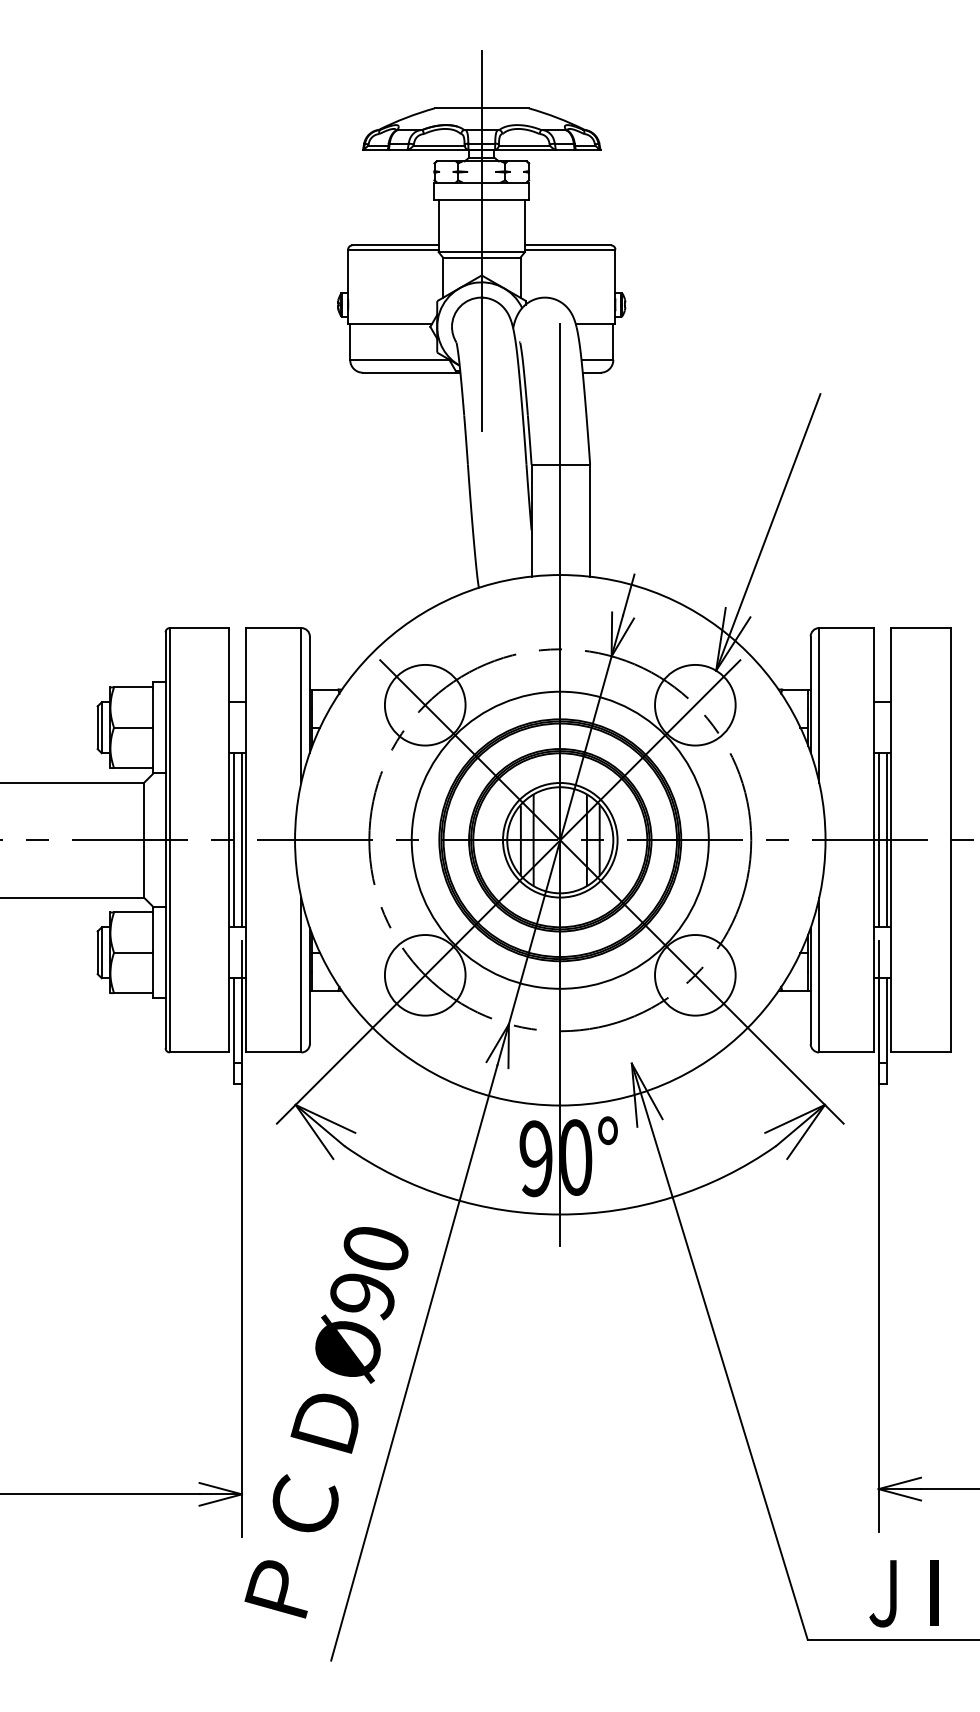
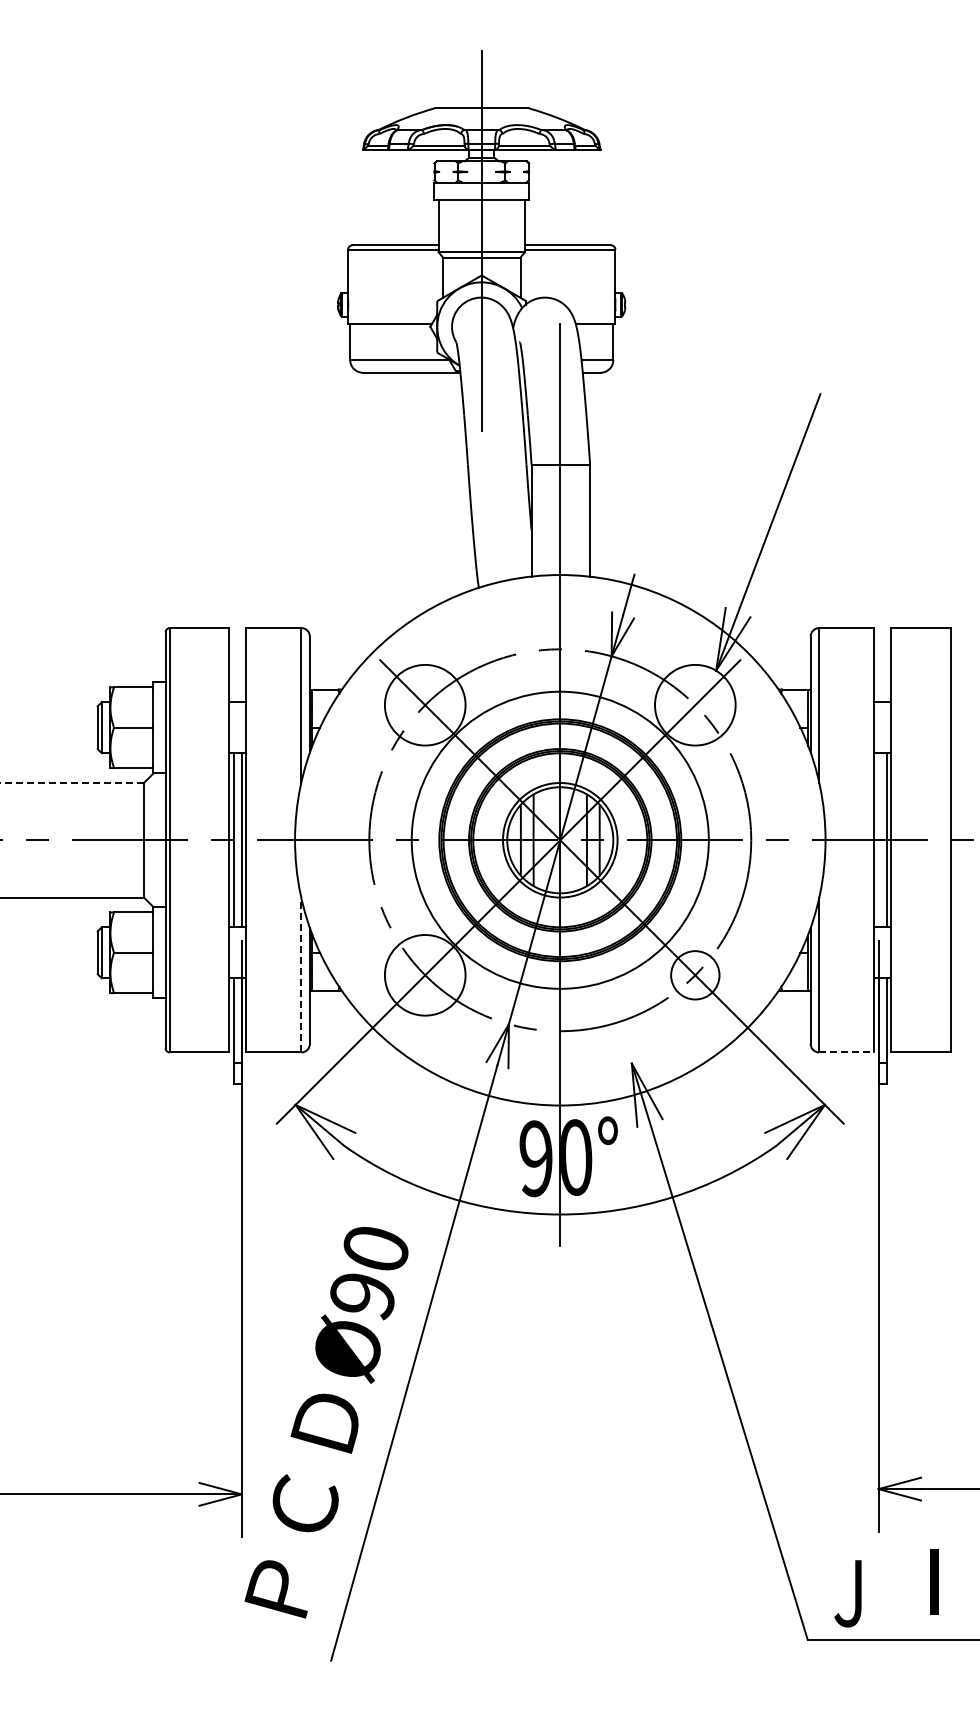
line at (72, 782): solid -> dashed
line at (878, 840): present -> none
line at (301, 974): solid -> dashed
circle at (695, 975) diameter: 81 px -> 48 px
line at (846, 1052): solid -> dashed
text at (934, 1592) position: (934, 1592) -> (934, 1581)
text at (882, 1593) position: (882, 1593) -> (847, 1593)
